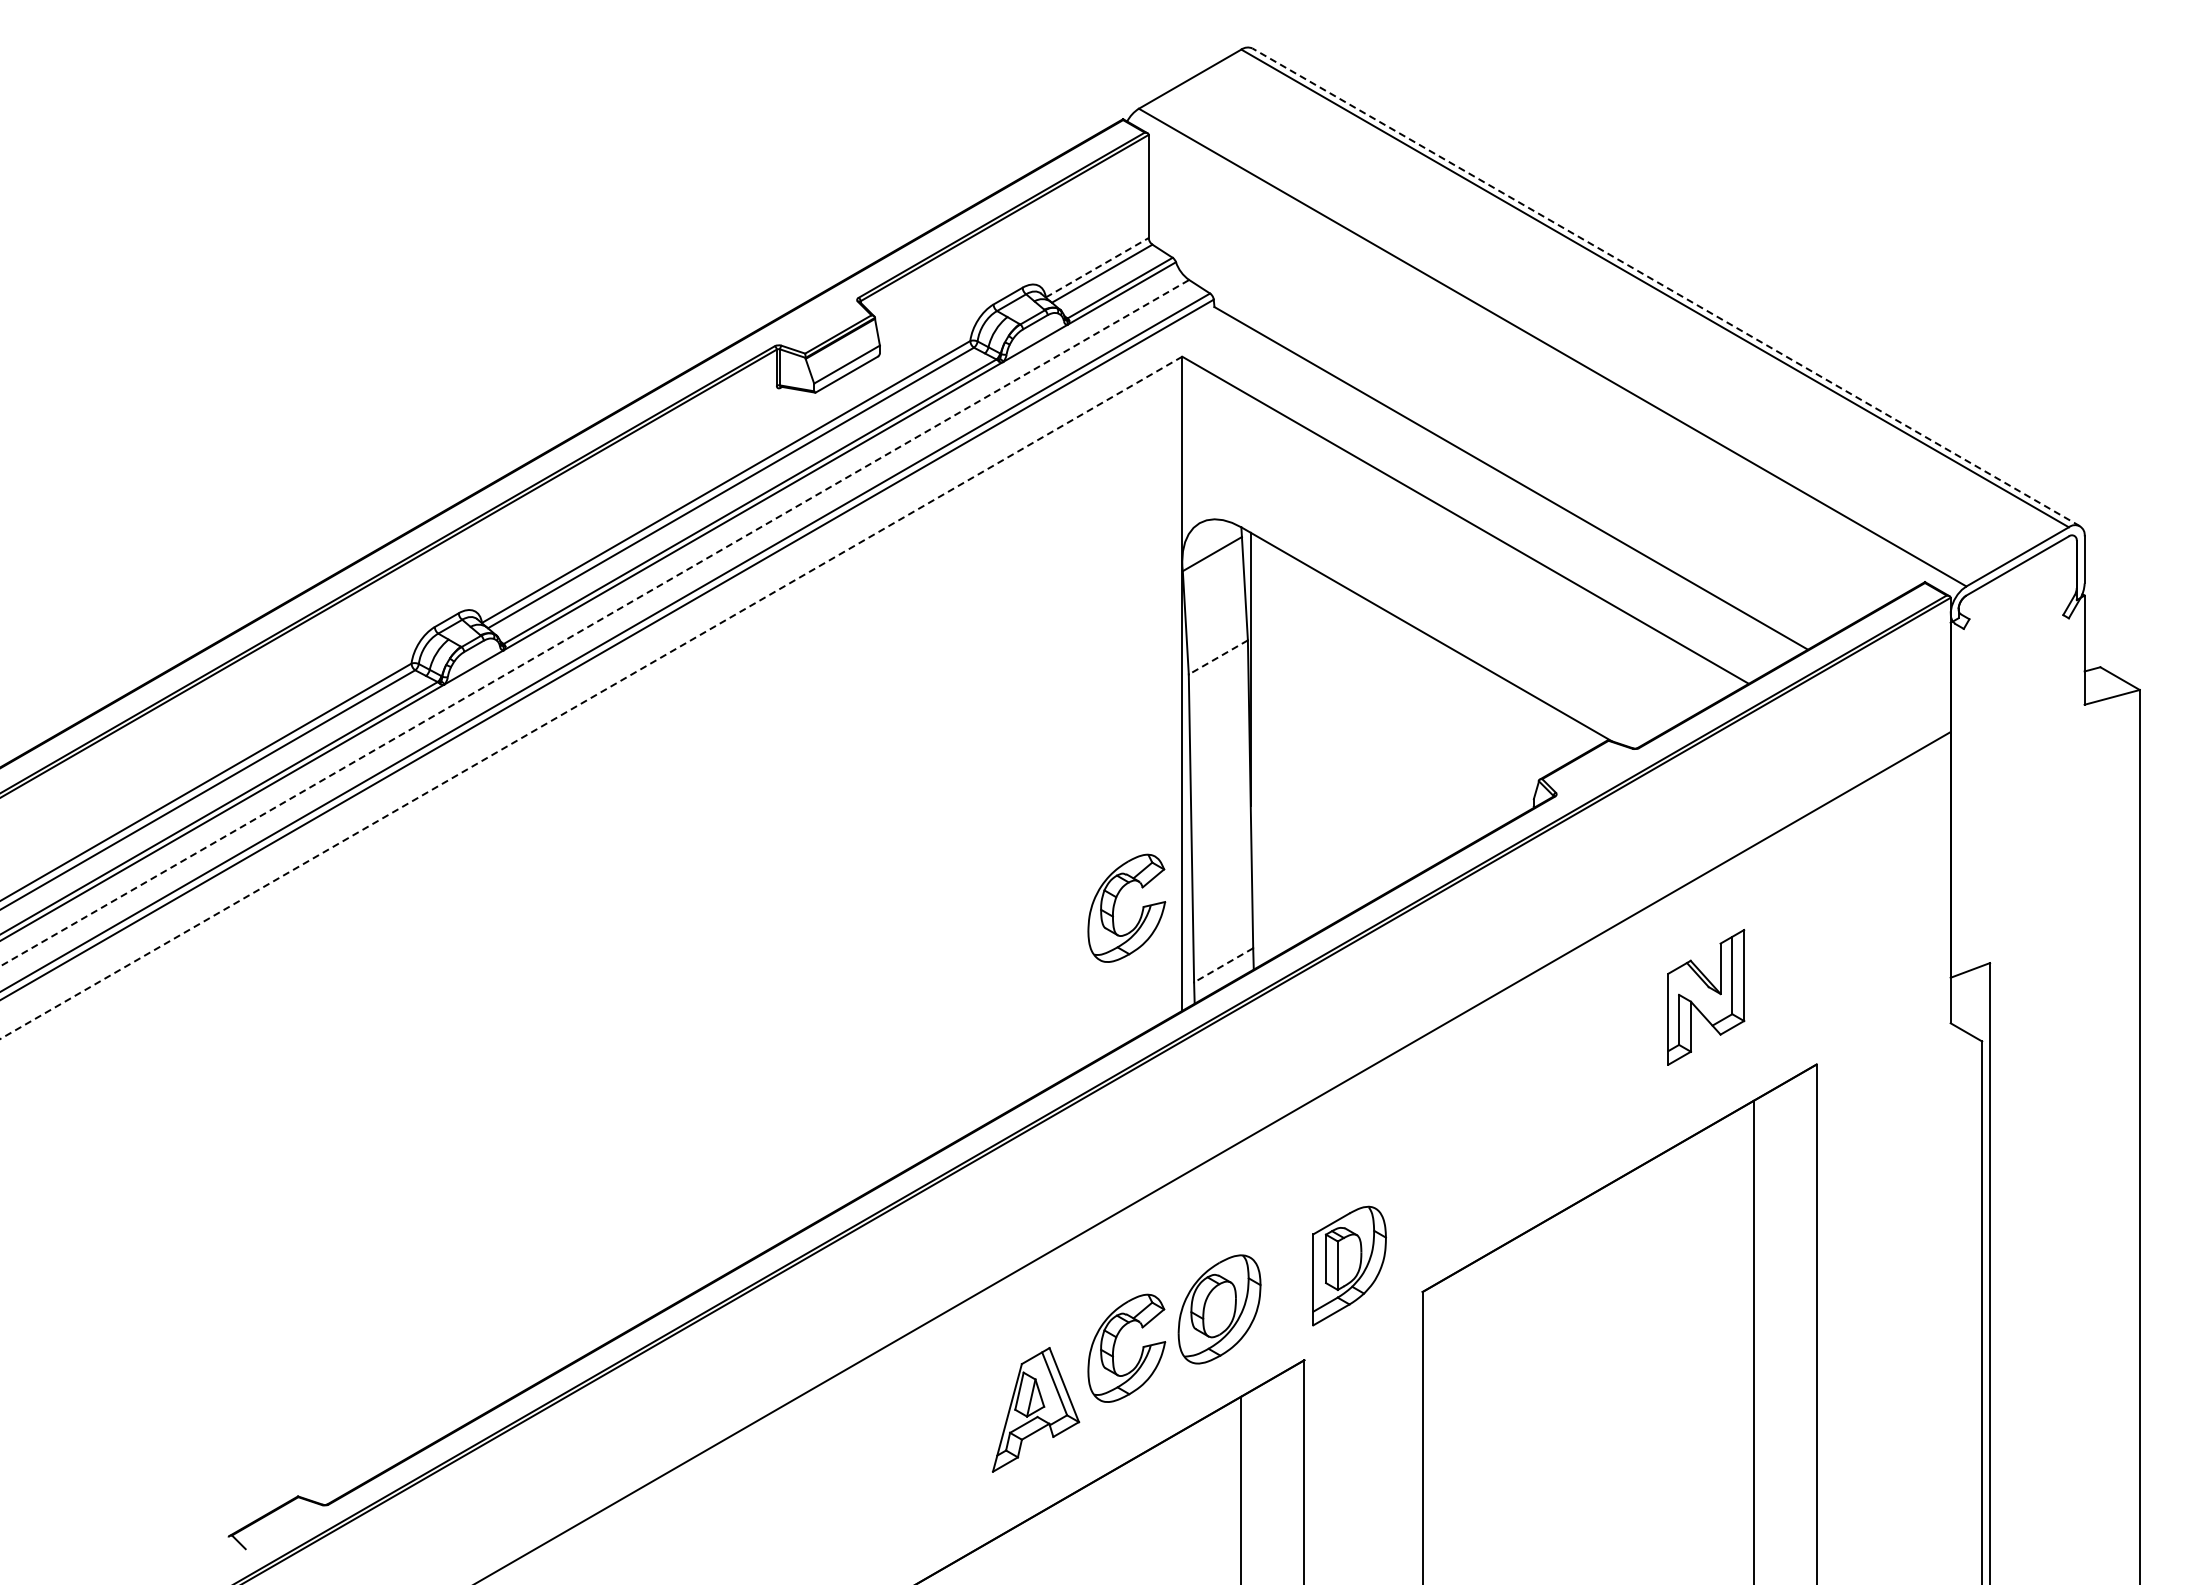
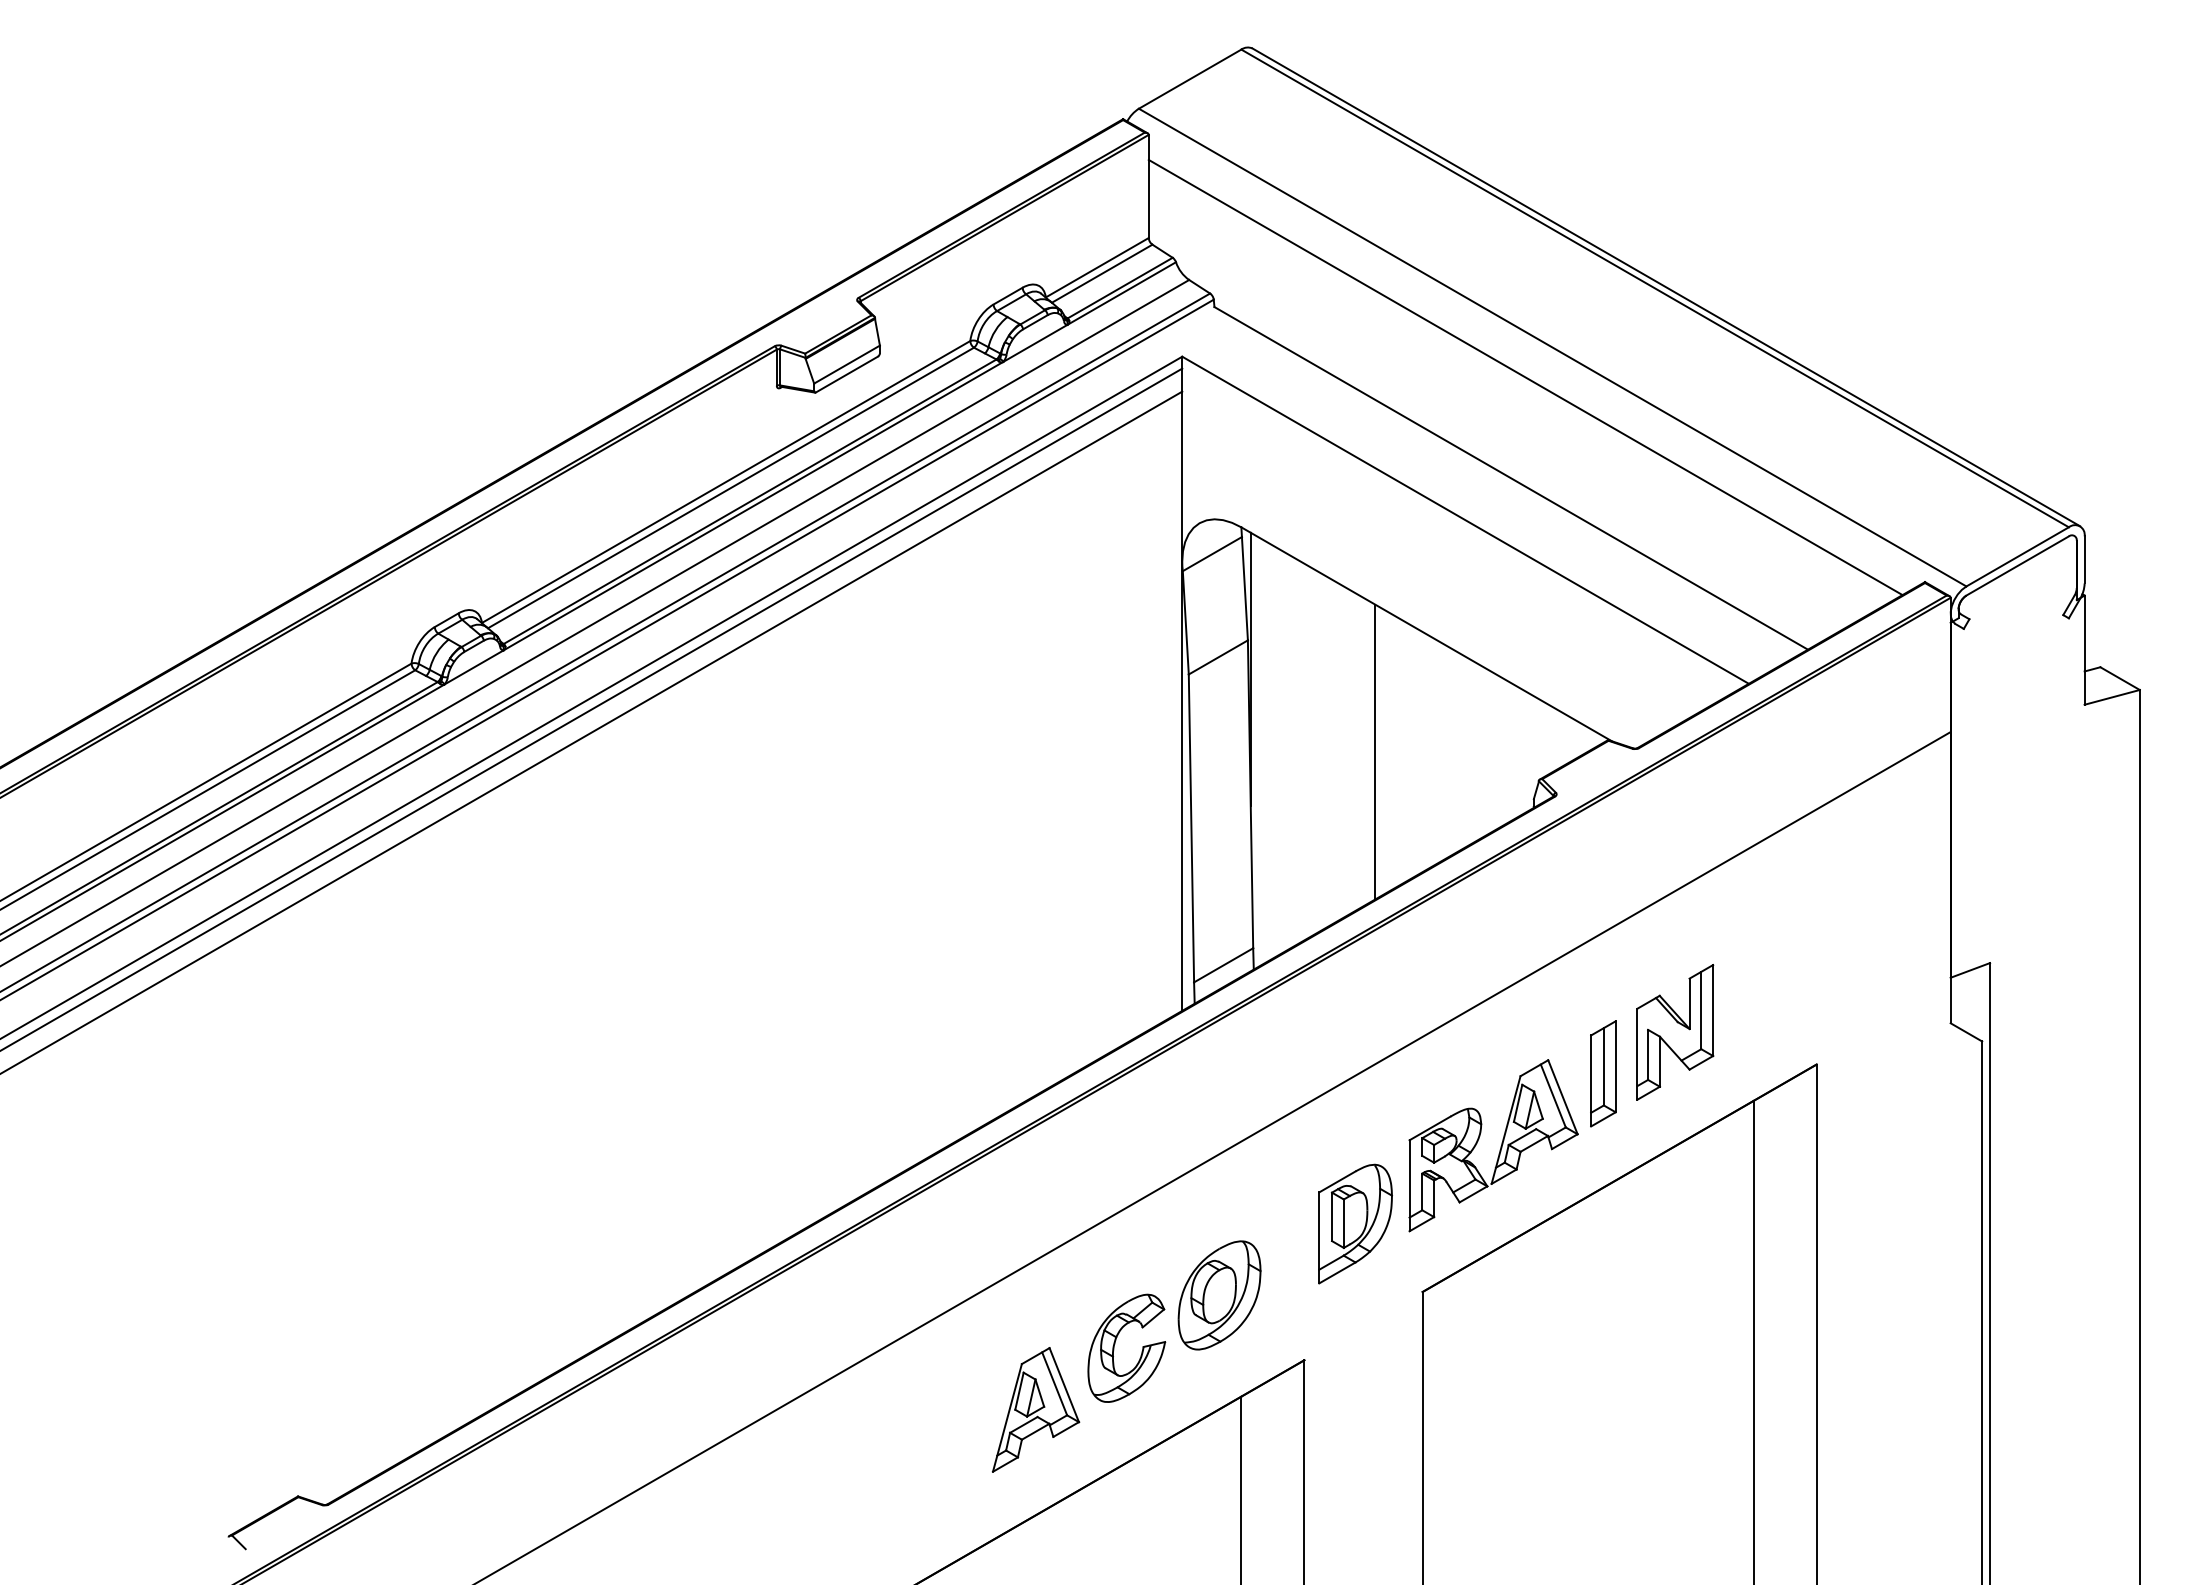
line at (1097, 267): dashed -> solid
line at (1666, 287): dashed -> solid
line at (1525, 377): none -> present
line at (595, 622): dashed -> solid
line at (1217, 657): dashed -> solid
line at (591, 697): dashed -> solid
line at (592, 708): none -> present
line at (592, 731): none -> present
line at (1375, 751): none -> present
part at (1115, 904): present -> none
line at (1223, 965): dashed -> solid
part at (1706, 997) position: (1706, 997) -> (1675, 1032)
part at (1603, 1073): none -> present
part at (1500, 1146): none -> present
part at (1349, 1265) position: (1349, 1265) -> (1355, 1223)
part at (1219, 1309) position: (1219, 1309) -> (1219, 1295)
